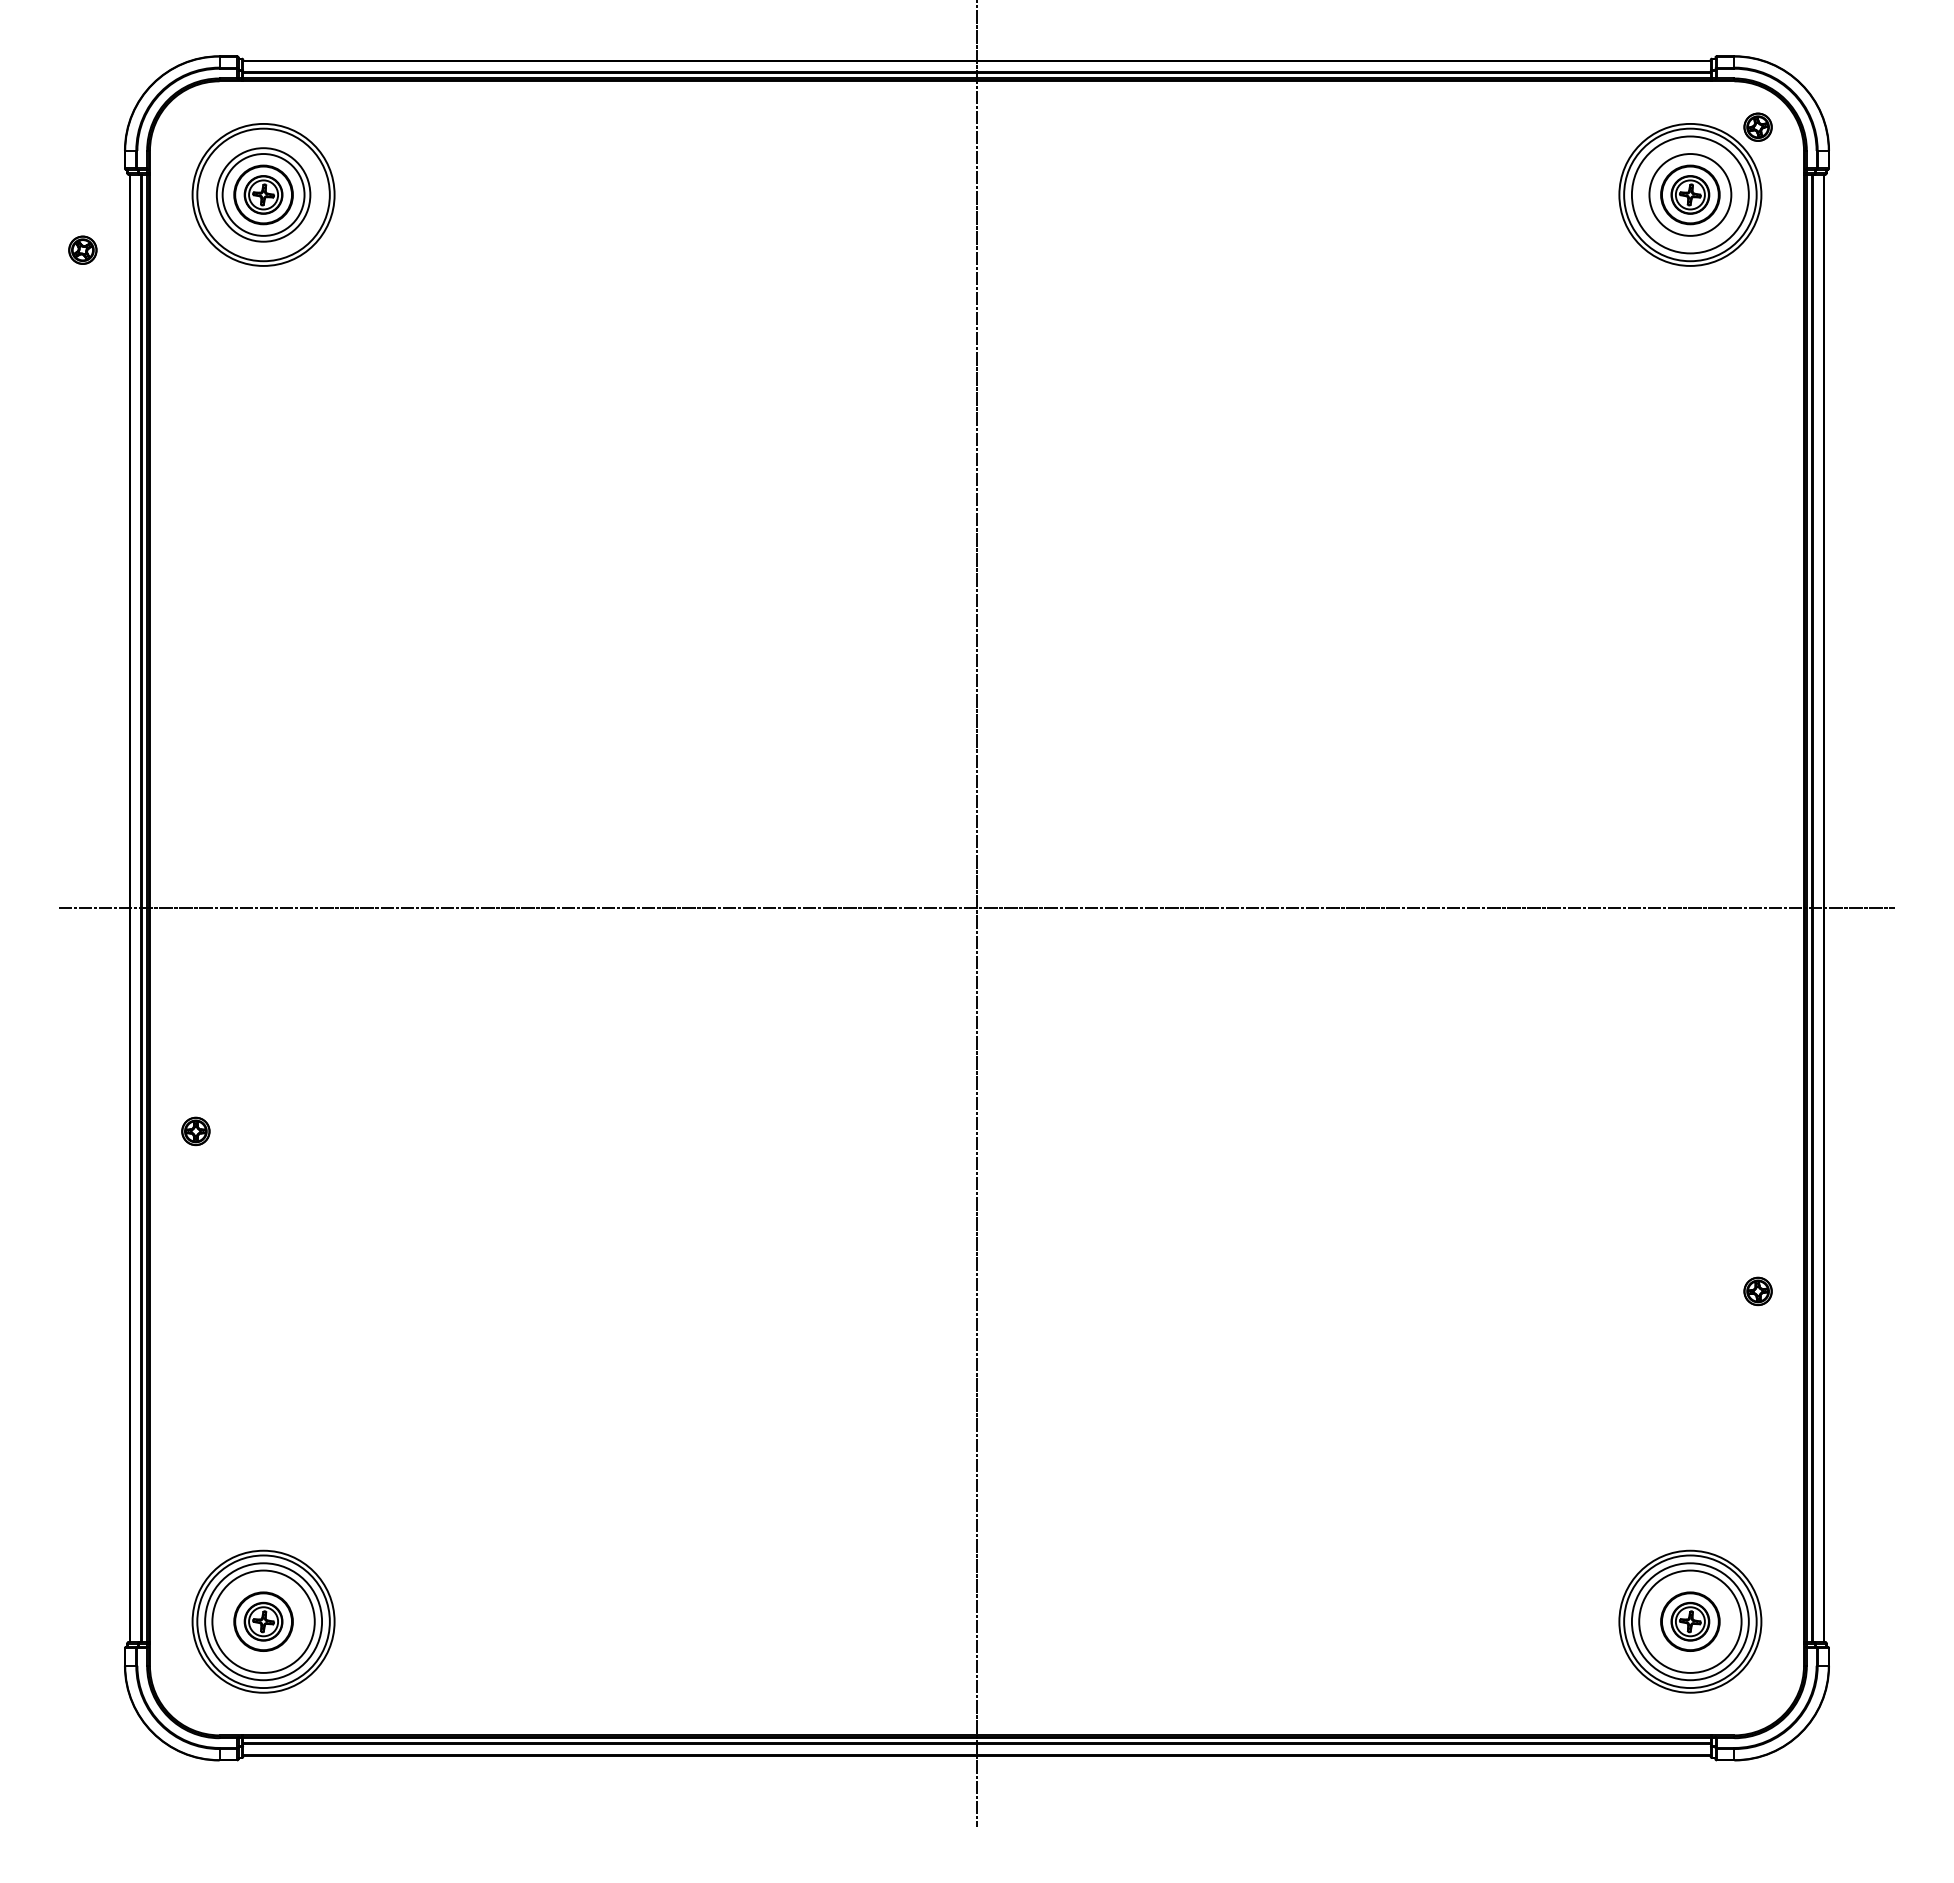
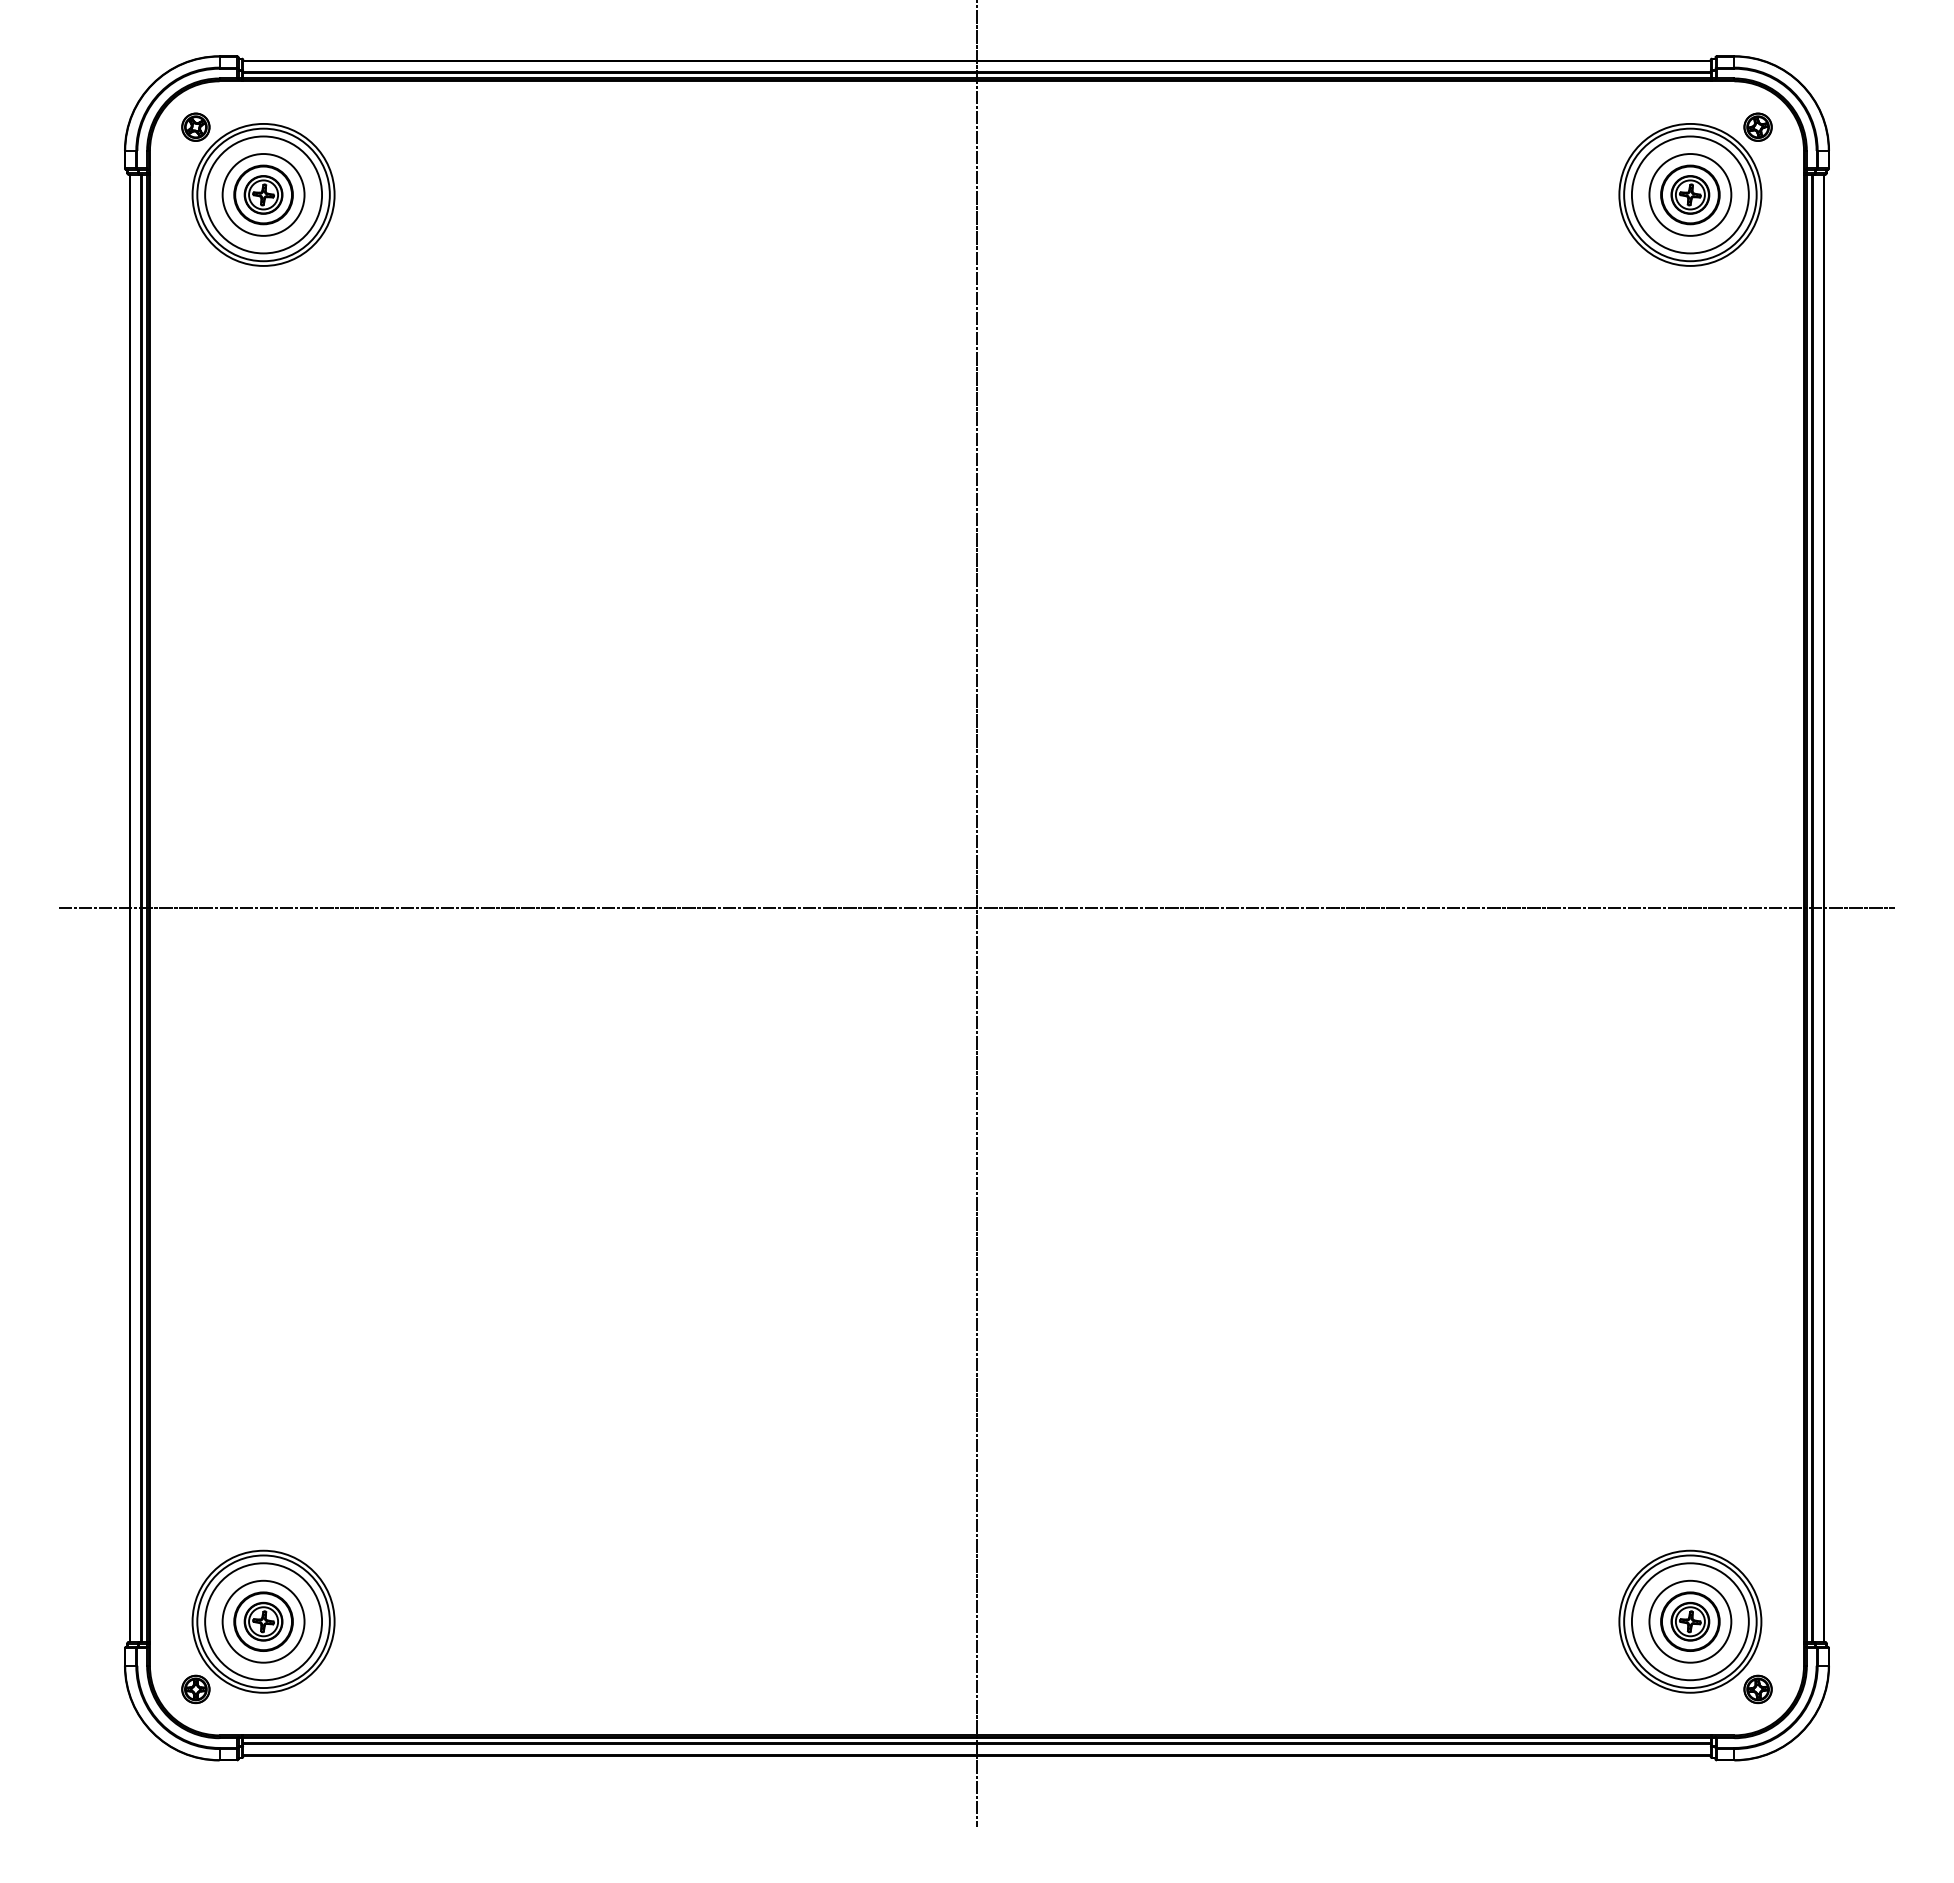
circle at (263, 194) diameter: 94 px -> 117 px
part at (82, 249) position: (82, 249) -> (195, 126)
part at (195, 1131) position: (195, 1131) -> (195, 1689)
part at (1757, 1291) position: (1757, 1291) -> (1757, 1689)
circle at (263, 1621) diameter: 102 px -> 82 px
circle at (1690, 1621) diameter: 102 px -> 82 px
